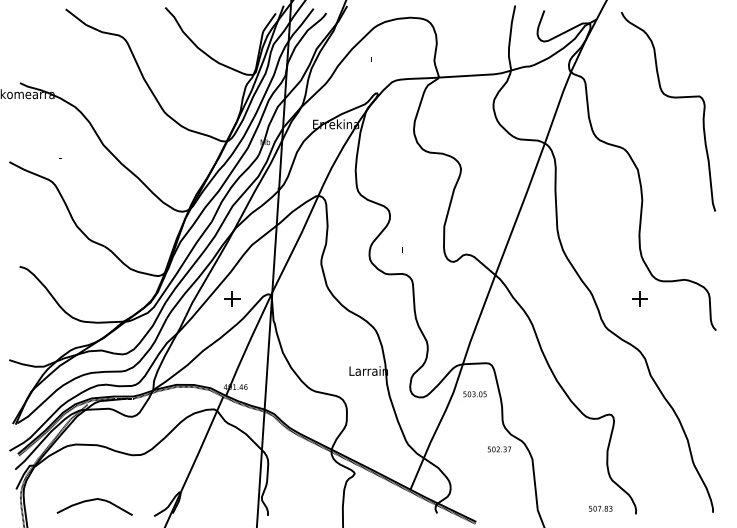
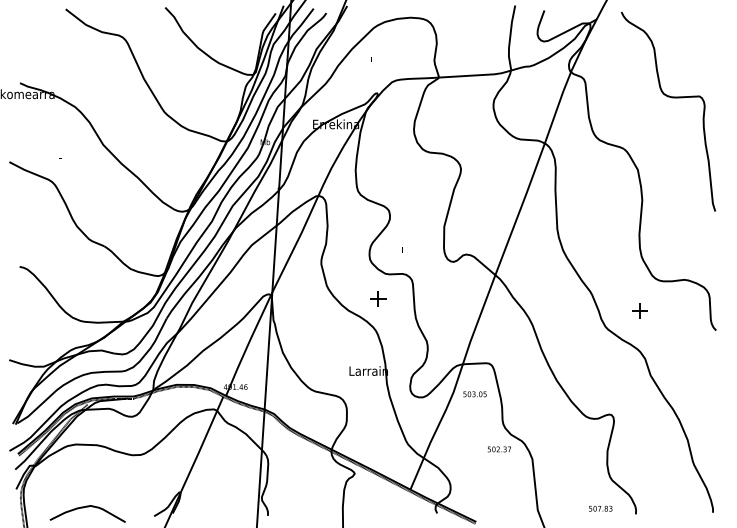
part at (232, 298) position: (232, 298) -> (378, 298)
part at (639, 298) position: (639, 298) -> (639, 310)
curve at (94, 500) position: (94, 500) -> (87, 507)
